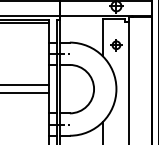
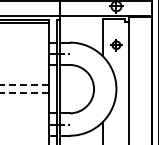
line at (24, 84): solid -> dashed
line at (24, 93): solid -> dashed
